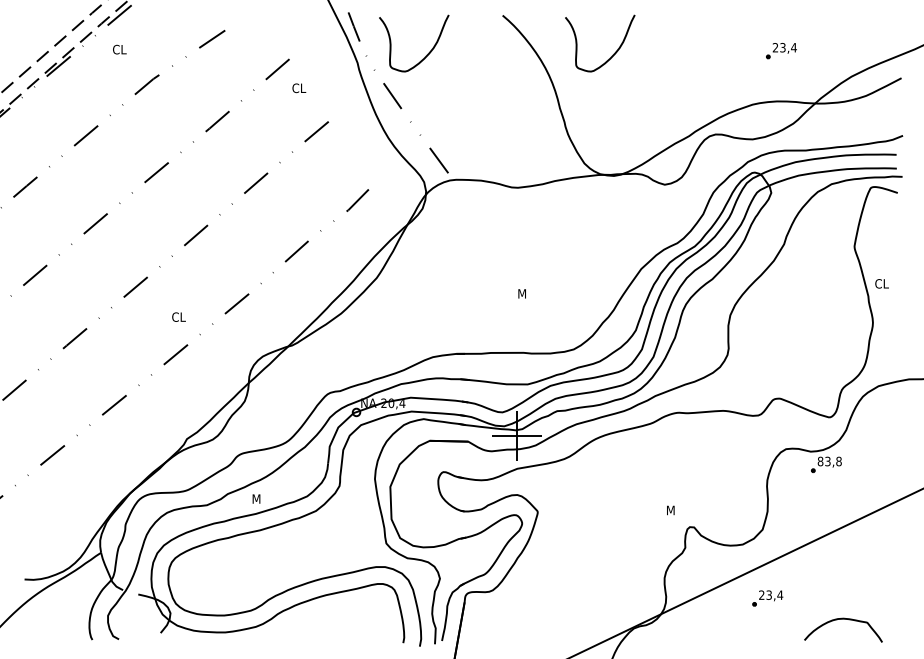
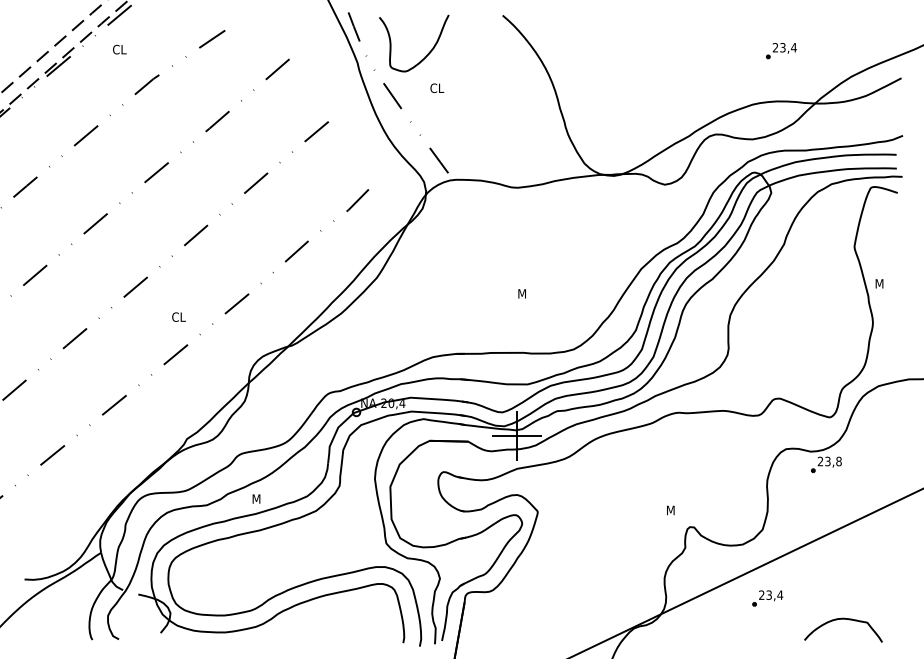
curve at (612, 54): present -> none
text at (299, 88) position: (299, 88) -> (437, 88)
text at (881, 283): CL -> M
text at (820, 461): 83,8 -> 23,8
